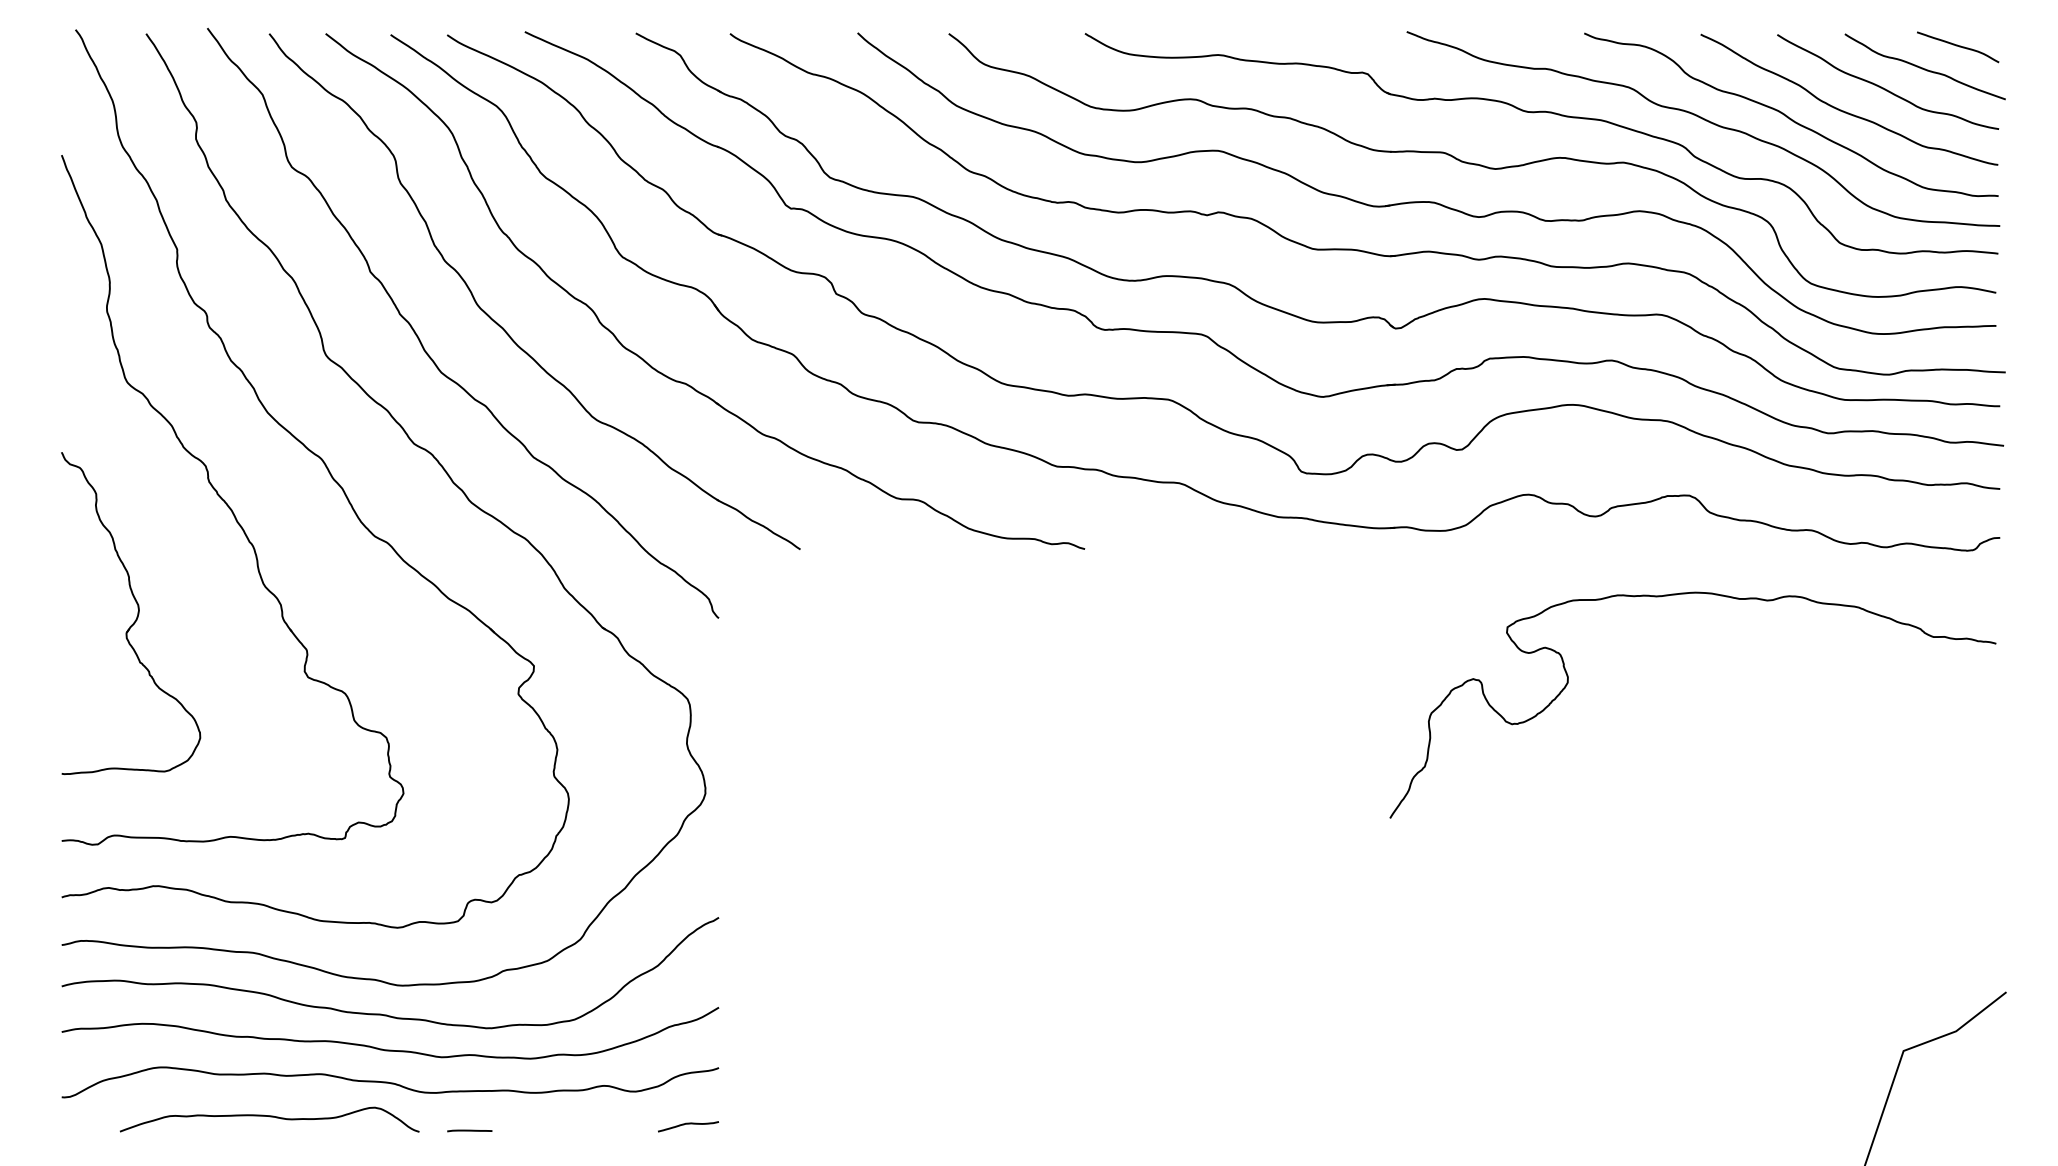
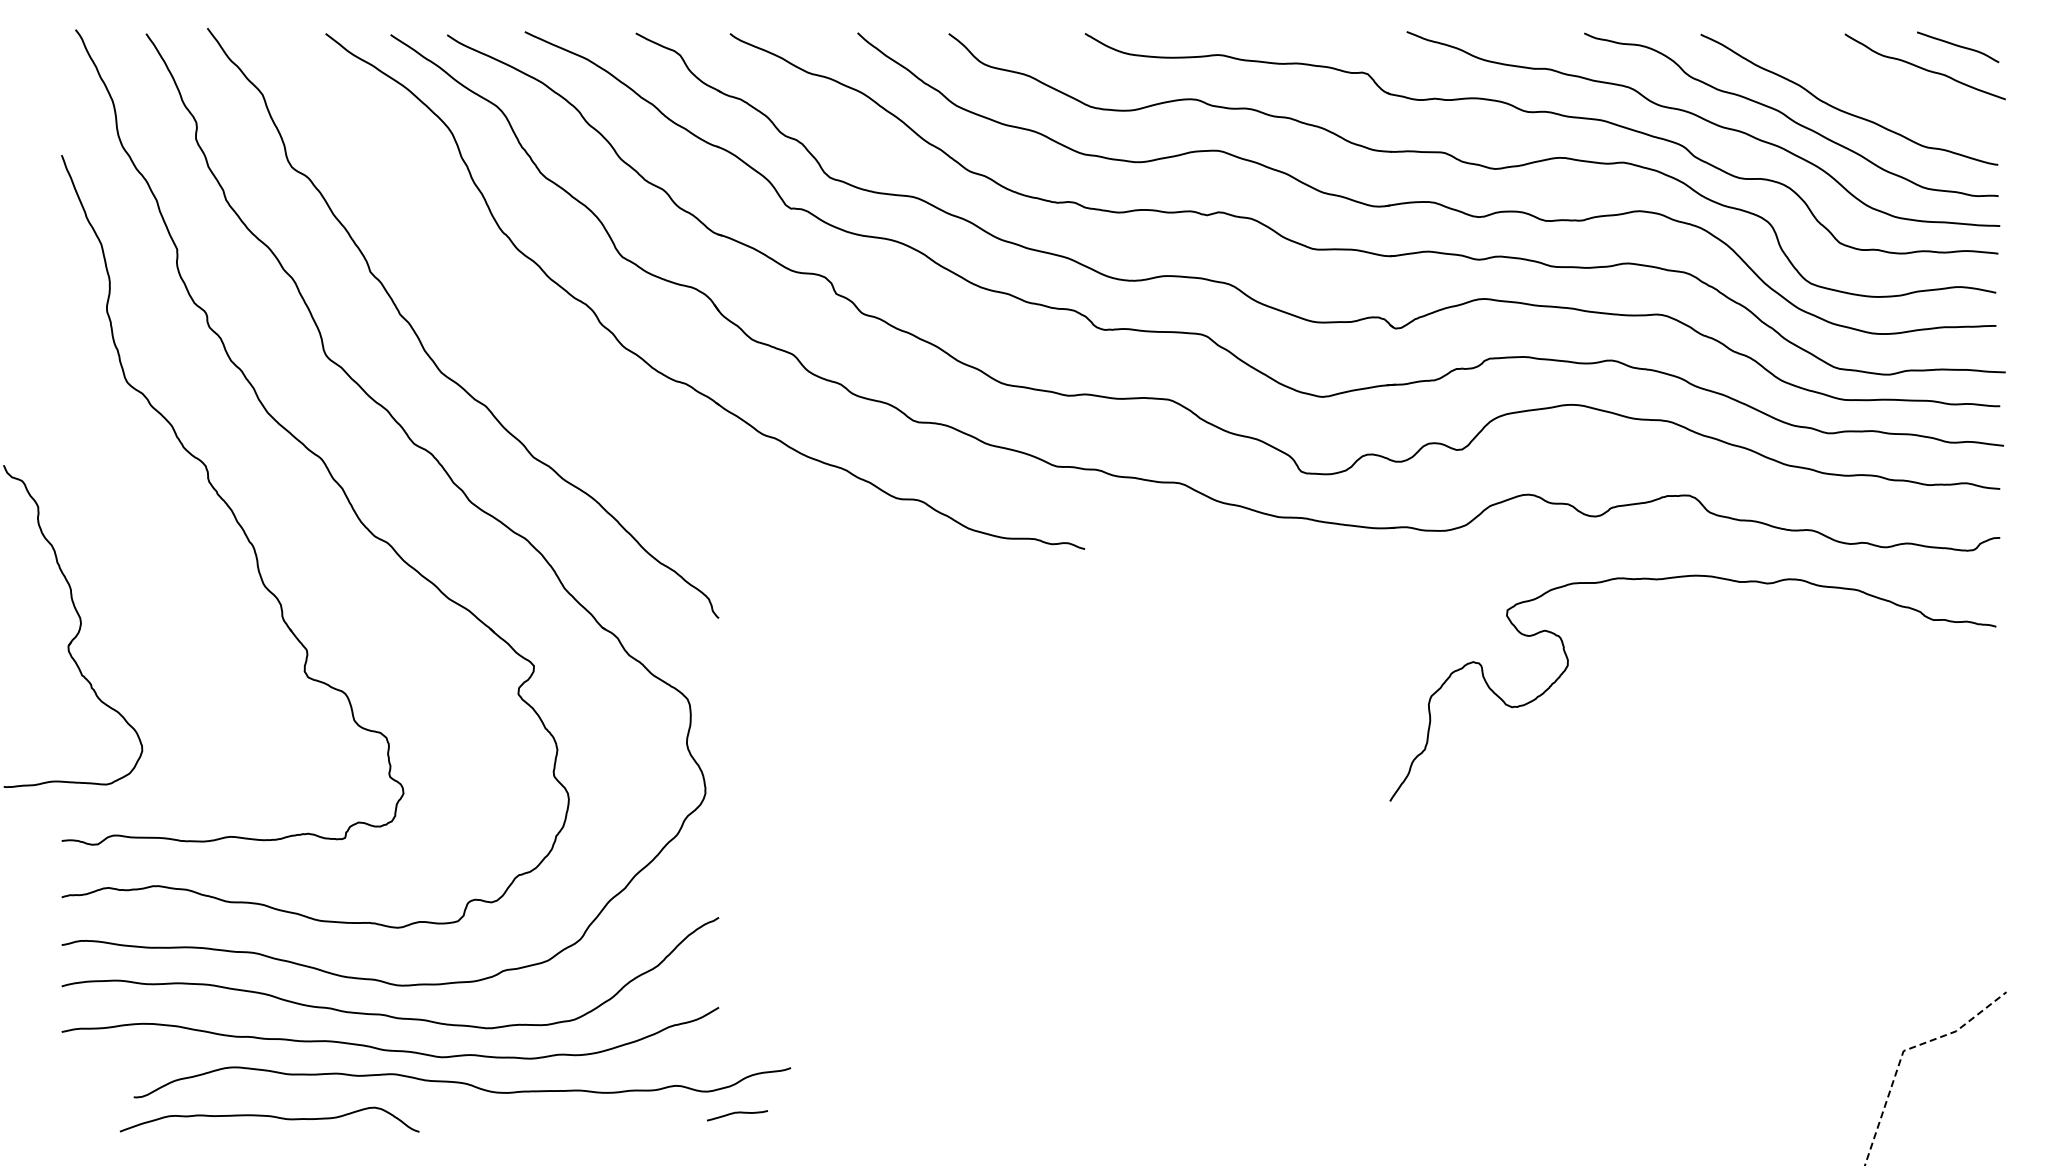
curve at (1885, 88): present -> none
part at (502, 326): present -> none
curve at (1686, 594) position: (1686, 594) -> (1686, 577)
part at (131, 613) position: (131, 613) -> (73, 626)
line at (1903, 1050): solid -> dashed
curve at (390, 1082) position: (390, 1082) -> (462, 1082)
curve at (688, 1124) position: (688, 1124) -> (737, 1113)
line at (469, 1130): present -> none
